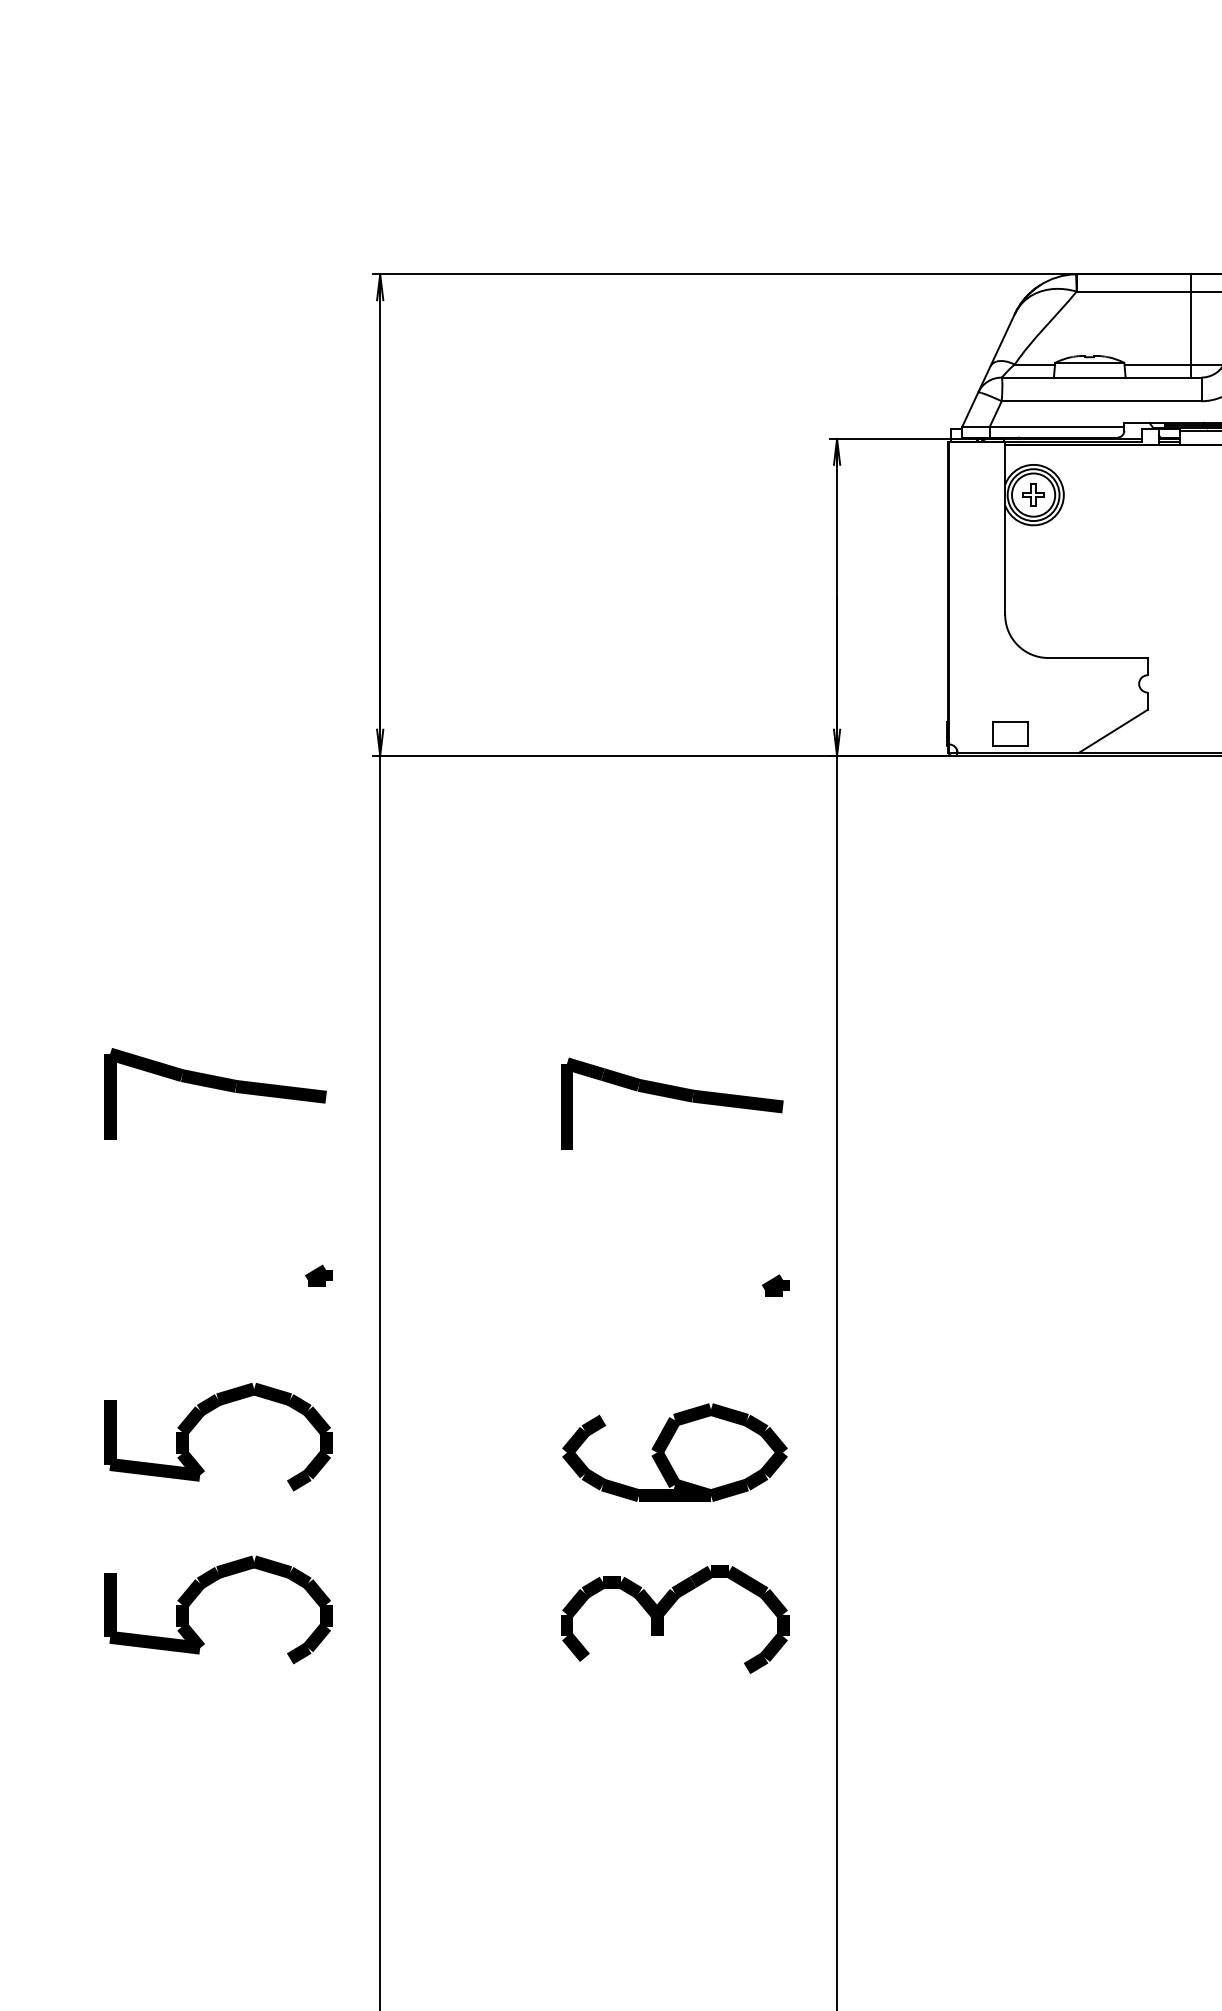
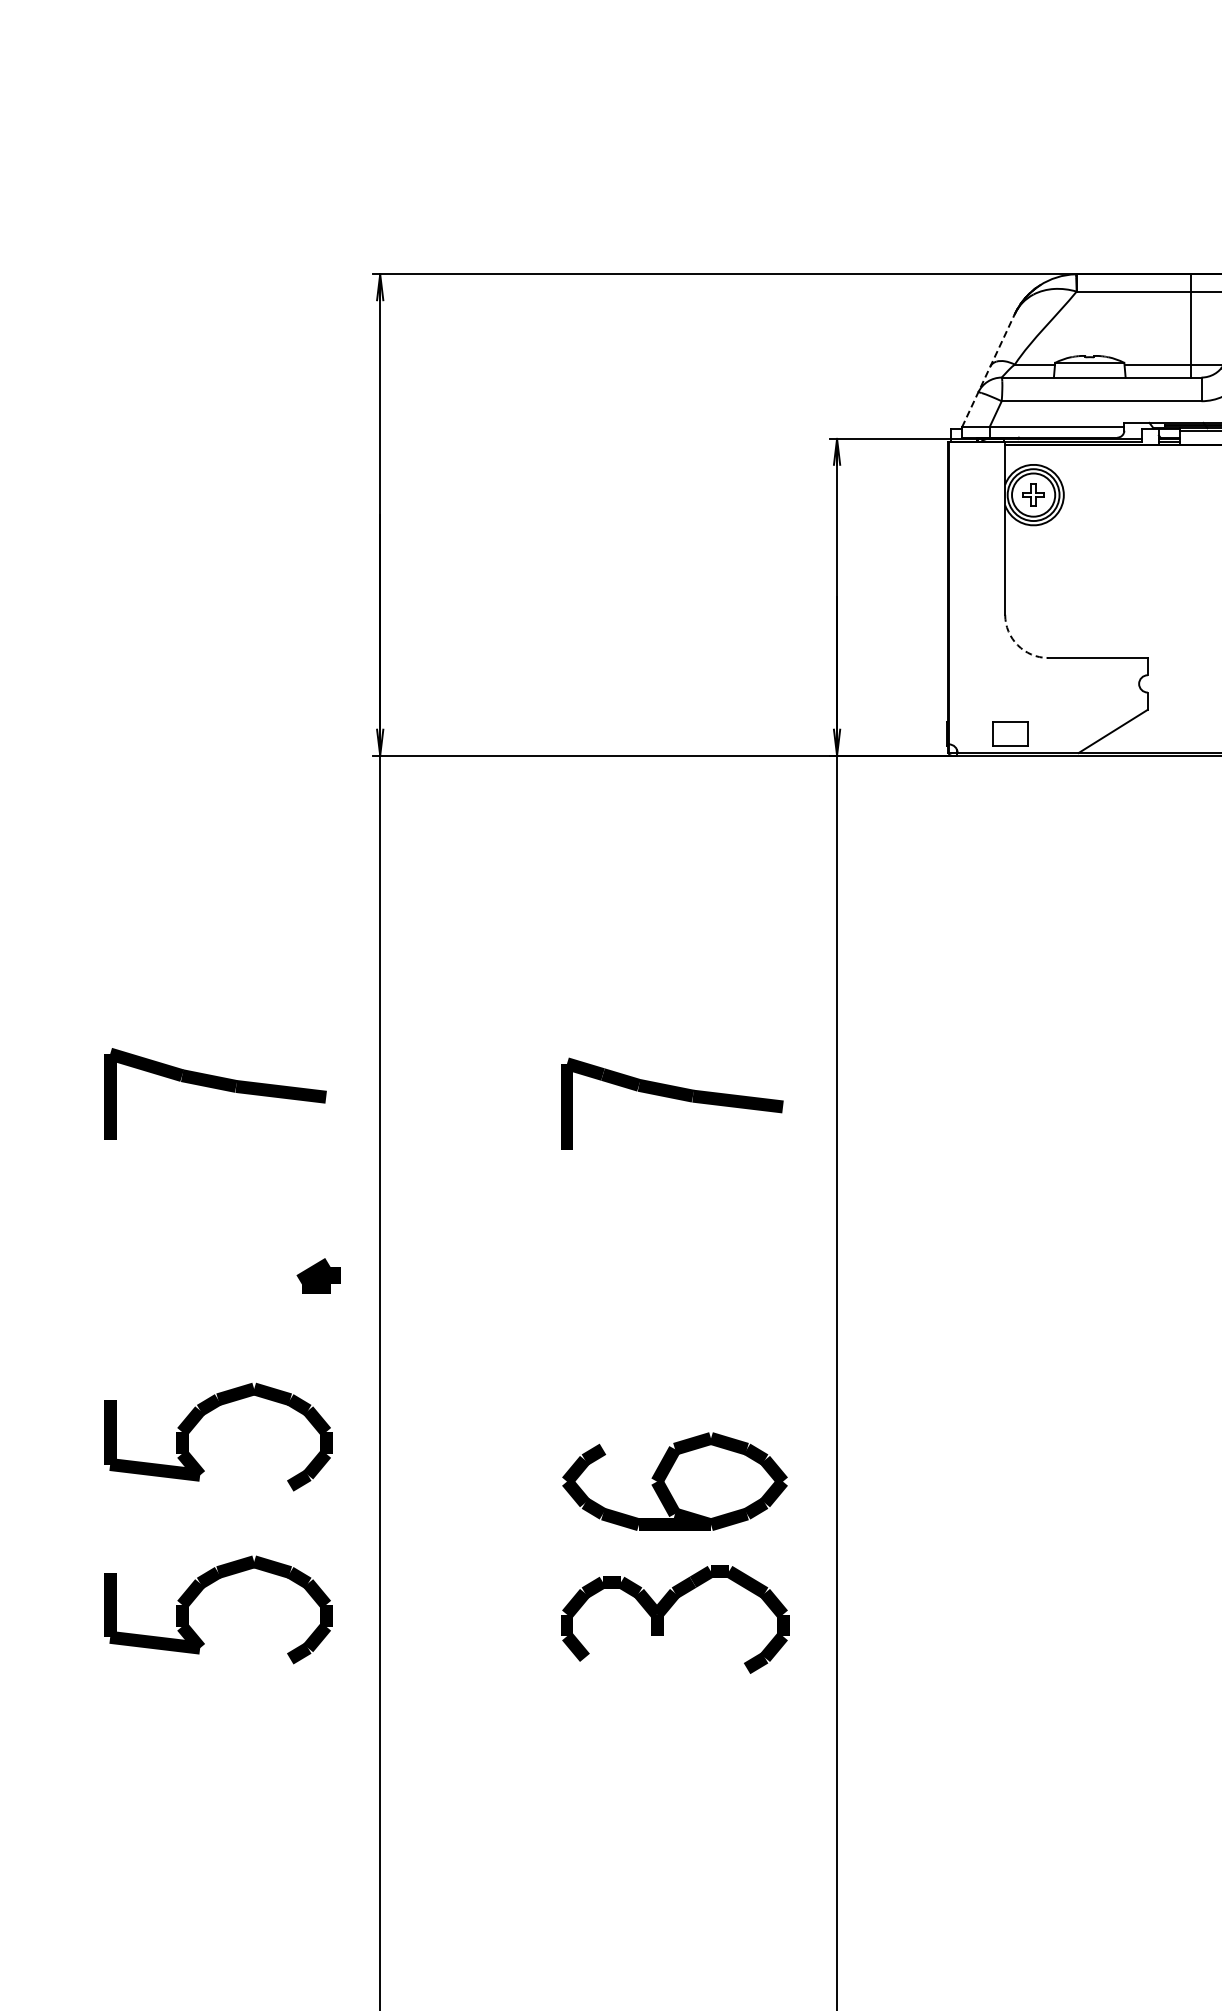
line at (988, 370): solid -> dashed
arc at (1017, 645): solid -> dashed
part at (318, 1275) size: 28x23 px -> 45x36 px
part at (775, 1285): present -> none
part at (674, 1452) position: (674, 1452) -> (674, 1481)
